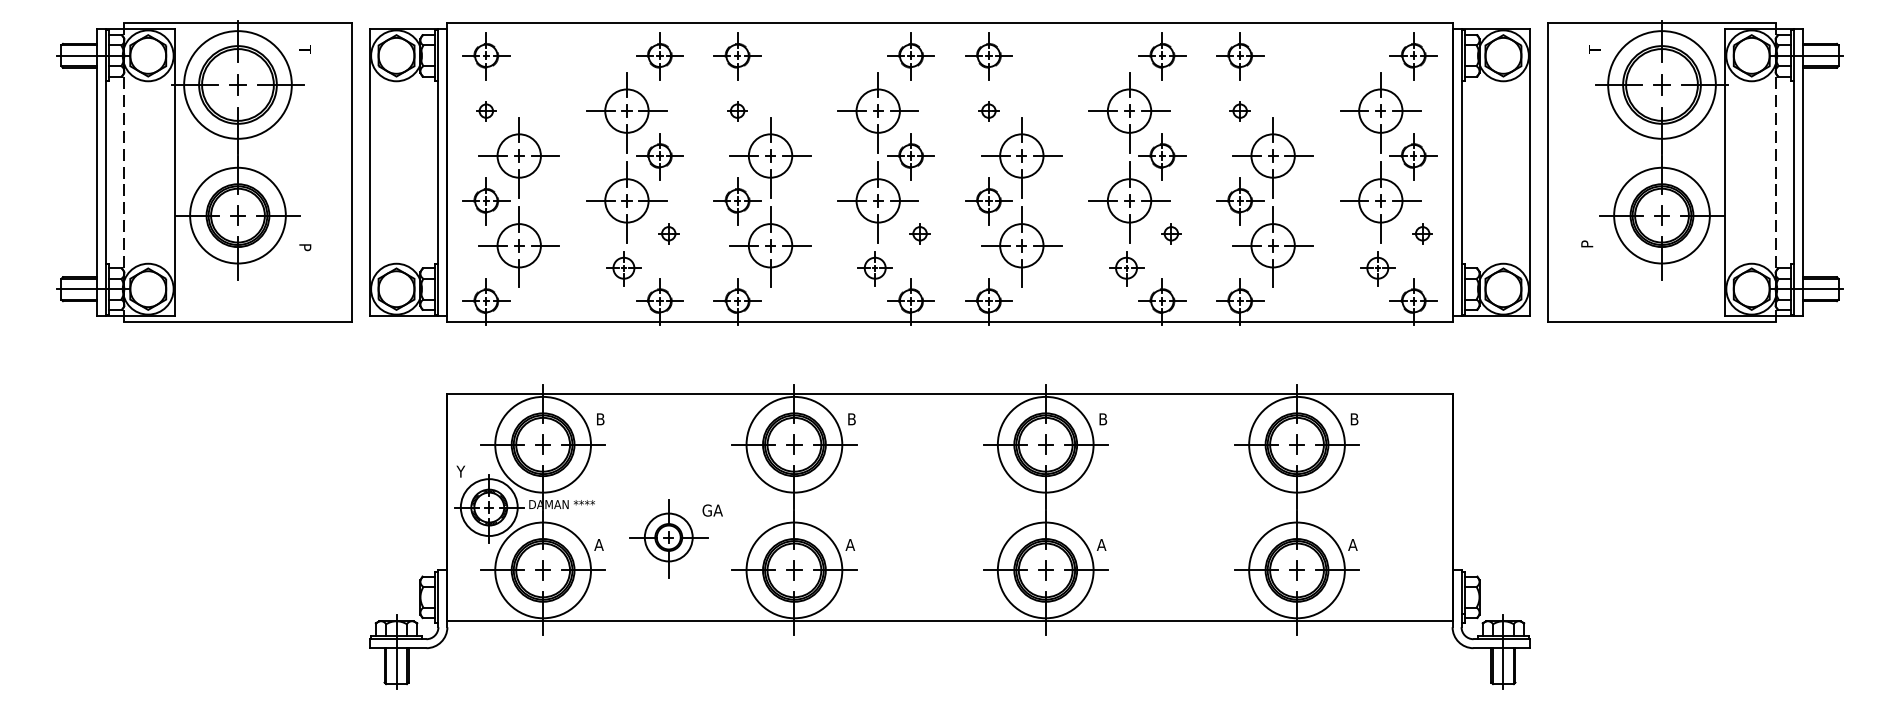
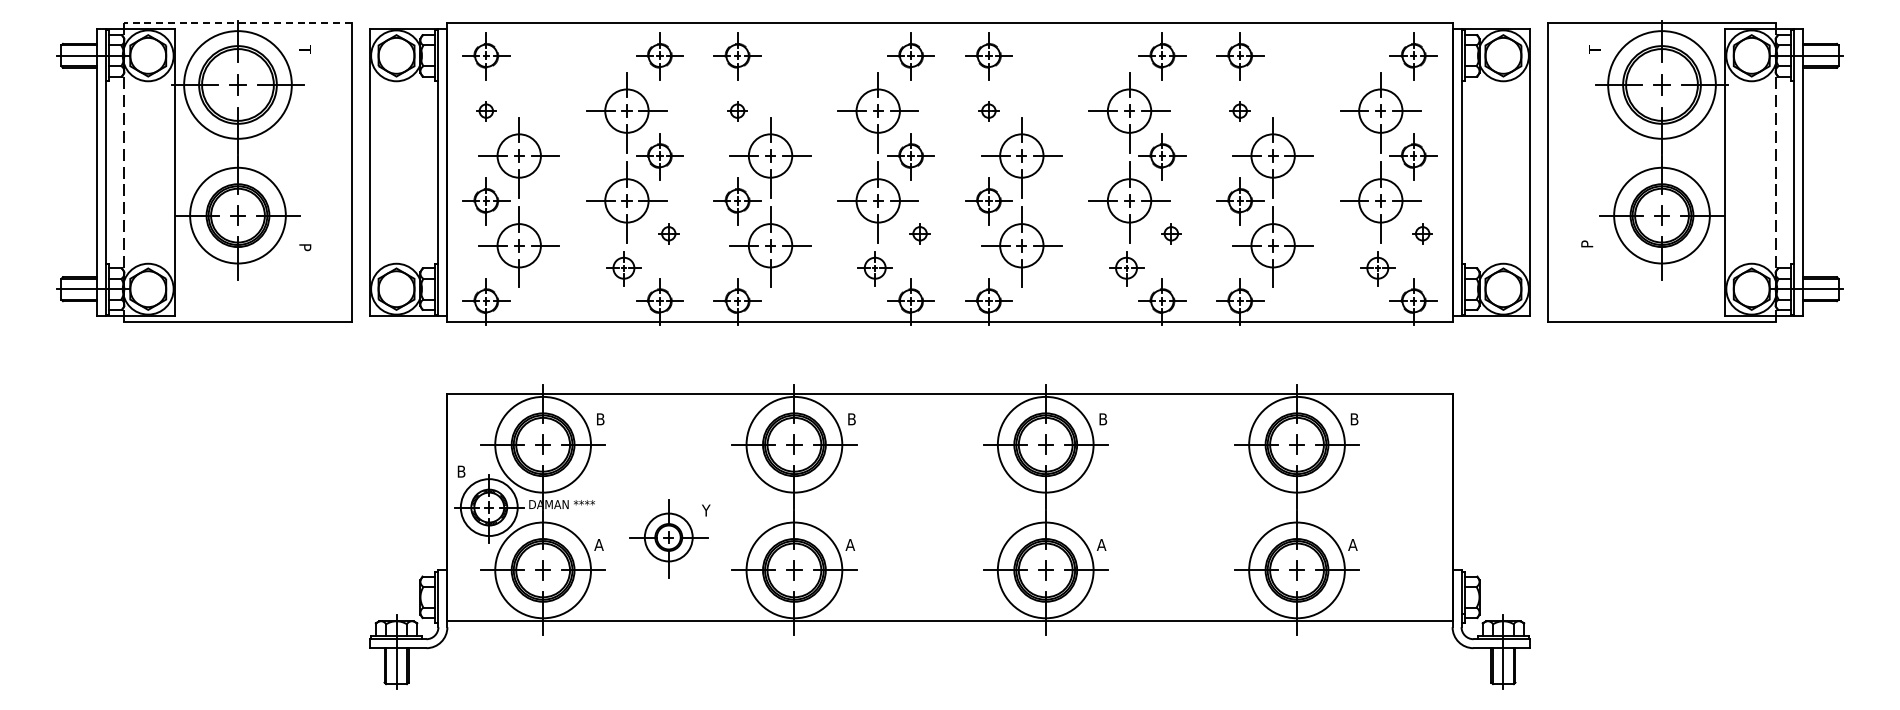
line at (237, 22): solid -> dashed
text at (460, 471): Y -> B
text at (712, 510): GA -> Y
